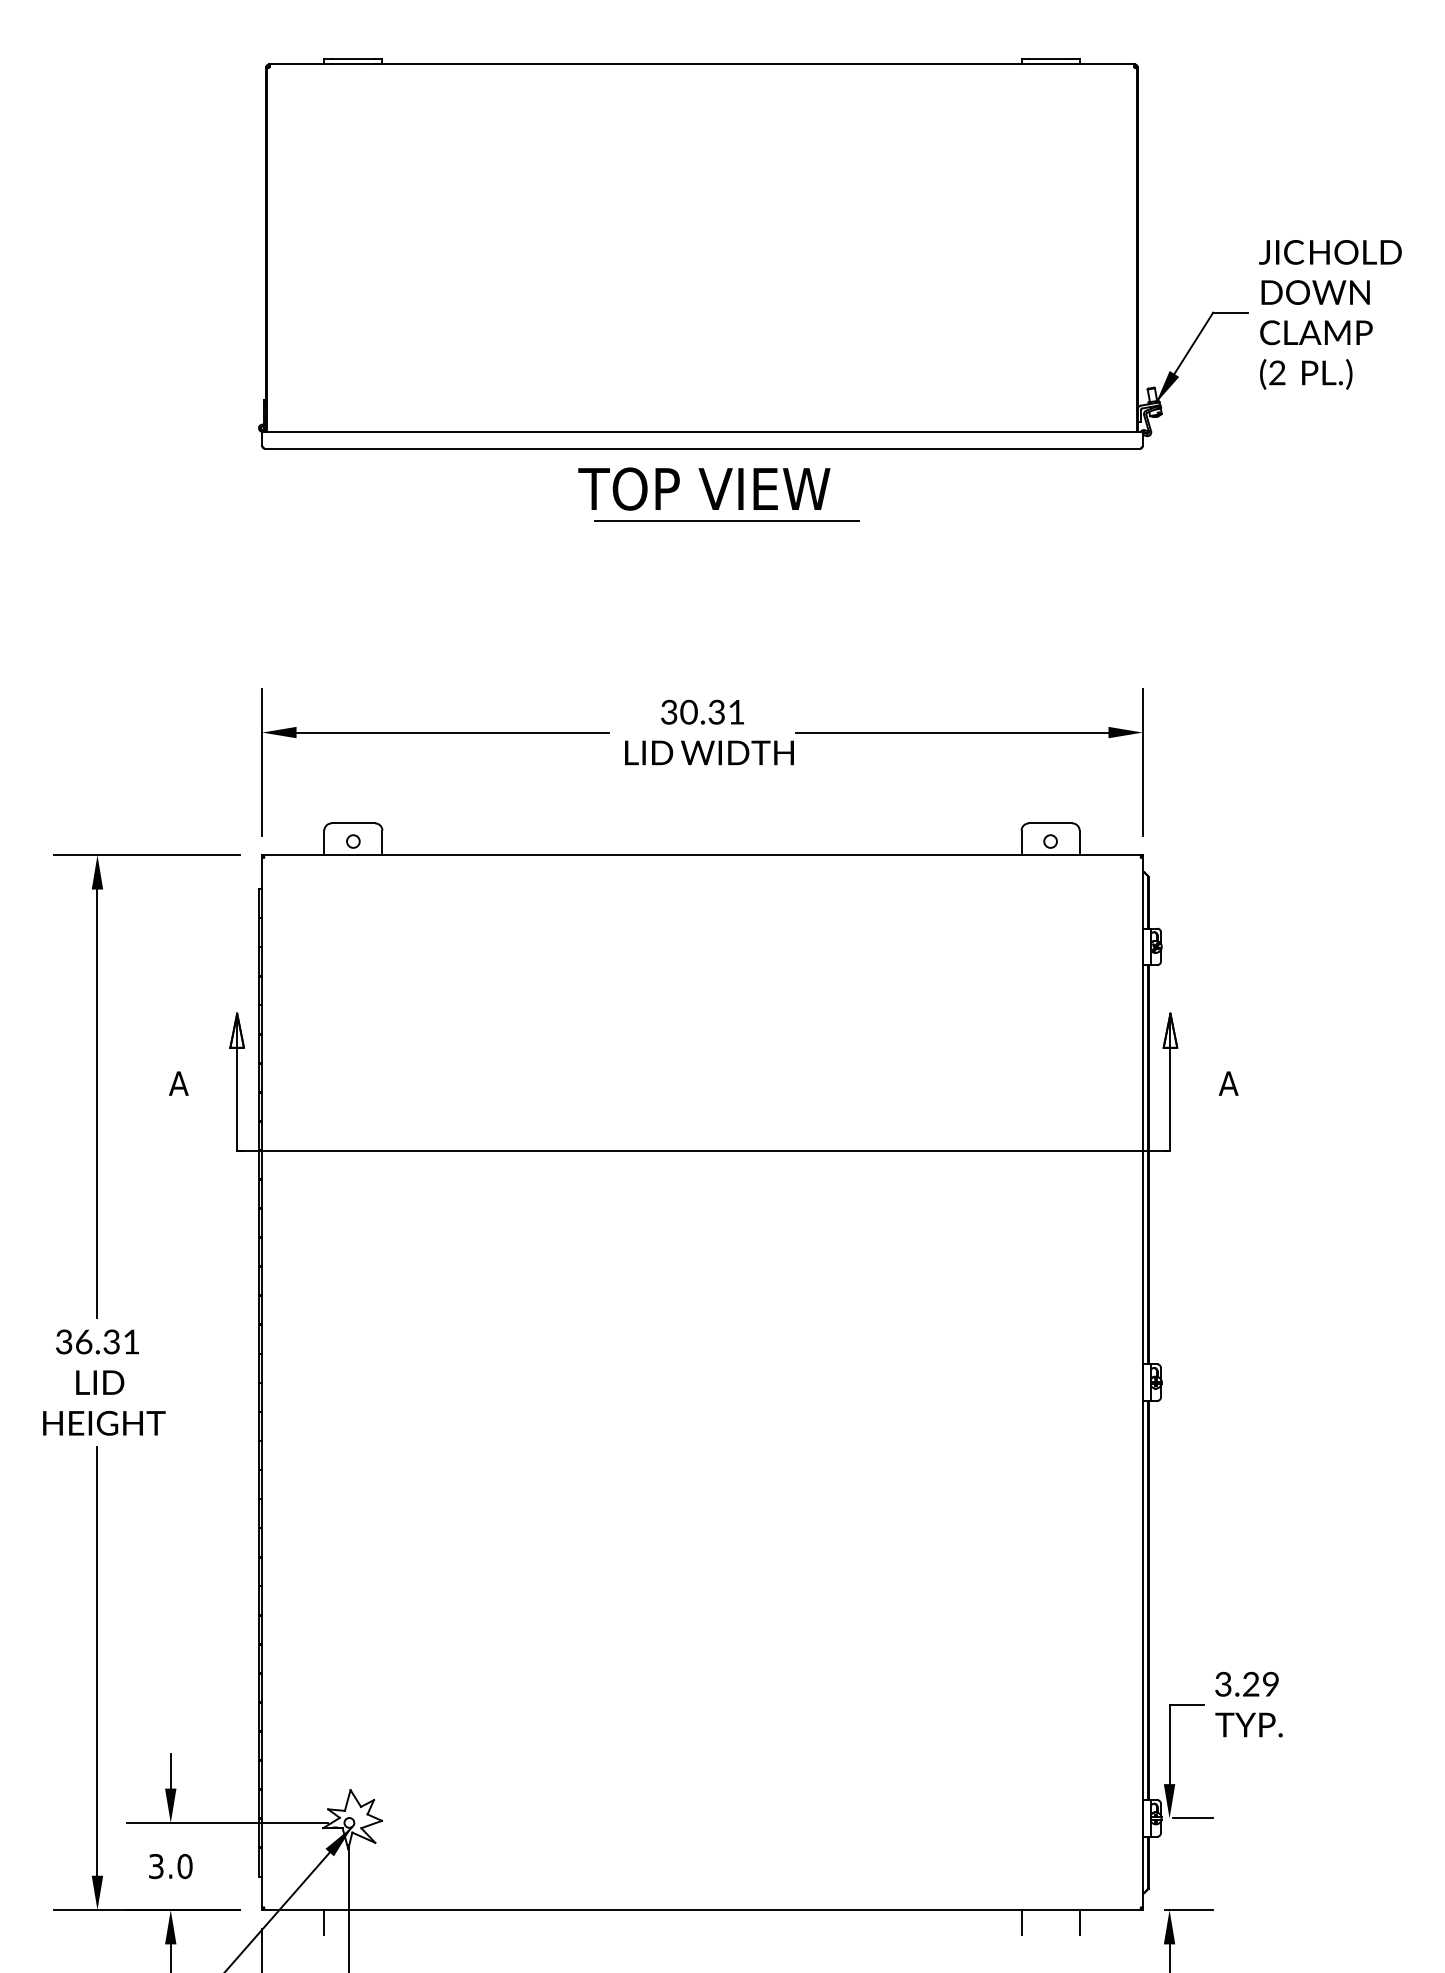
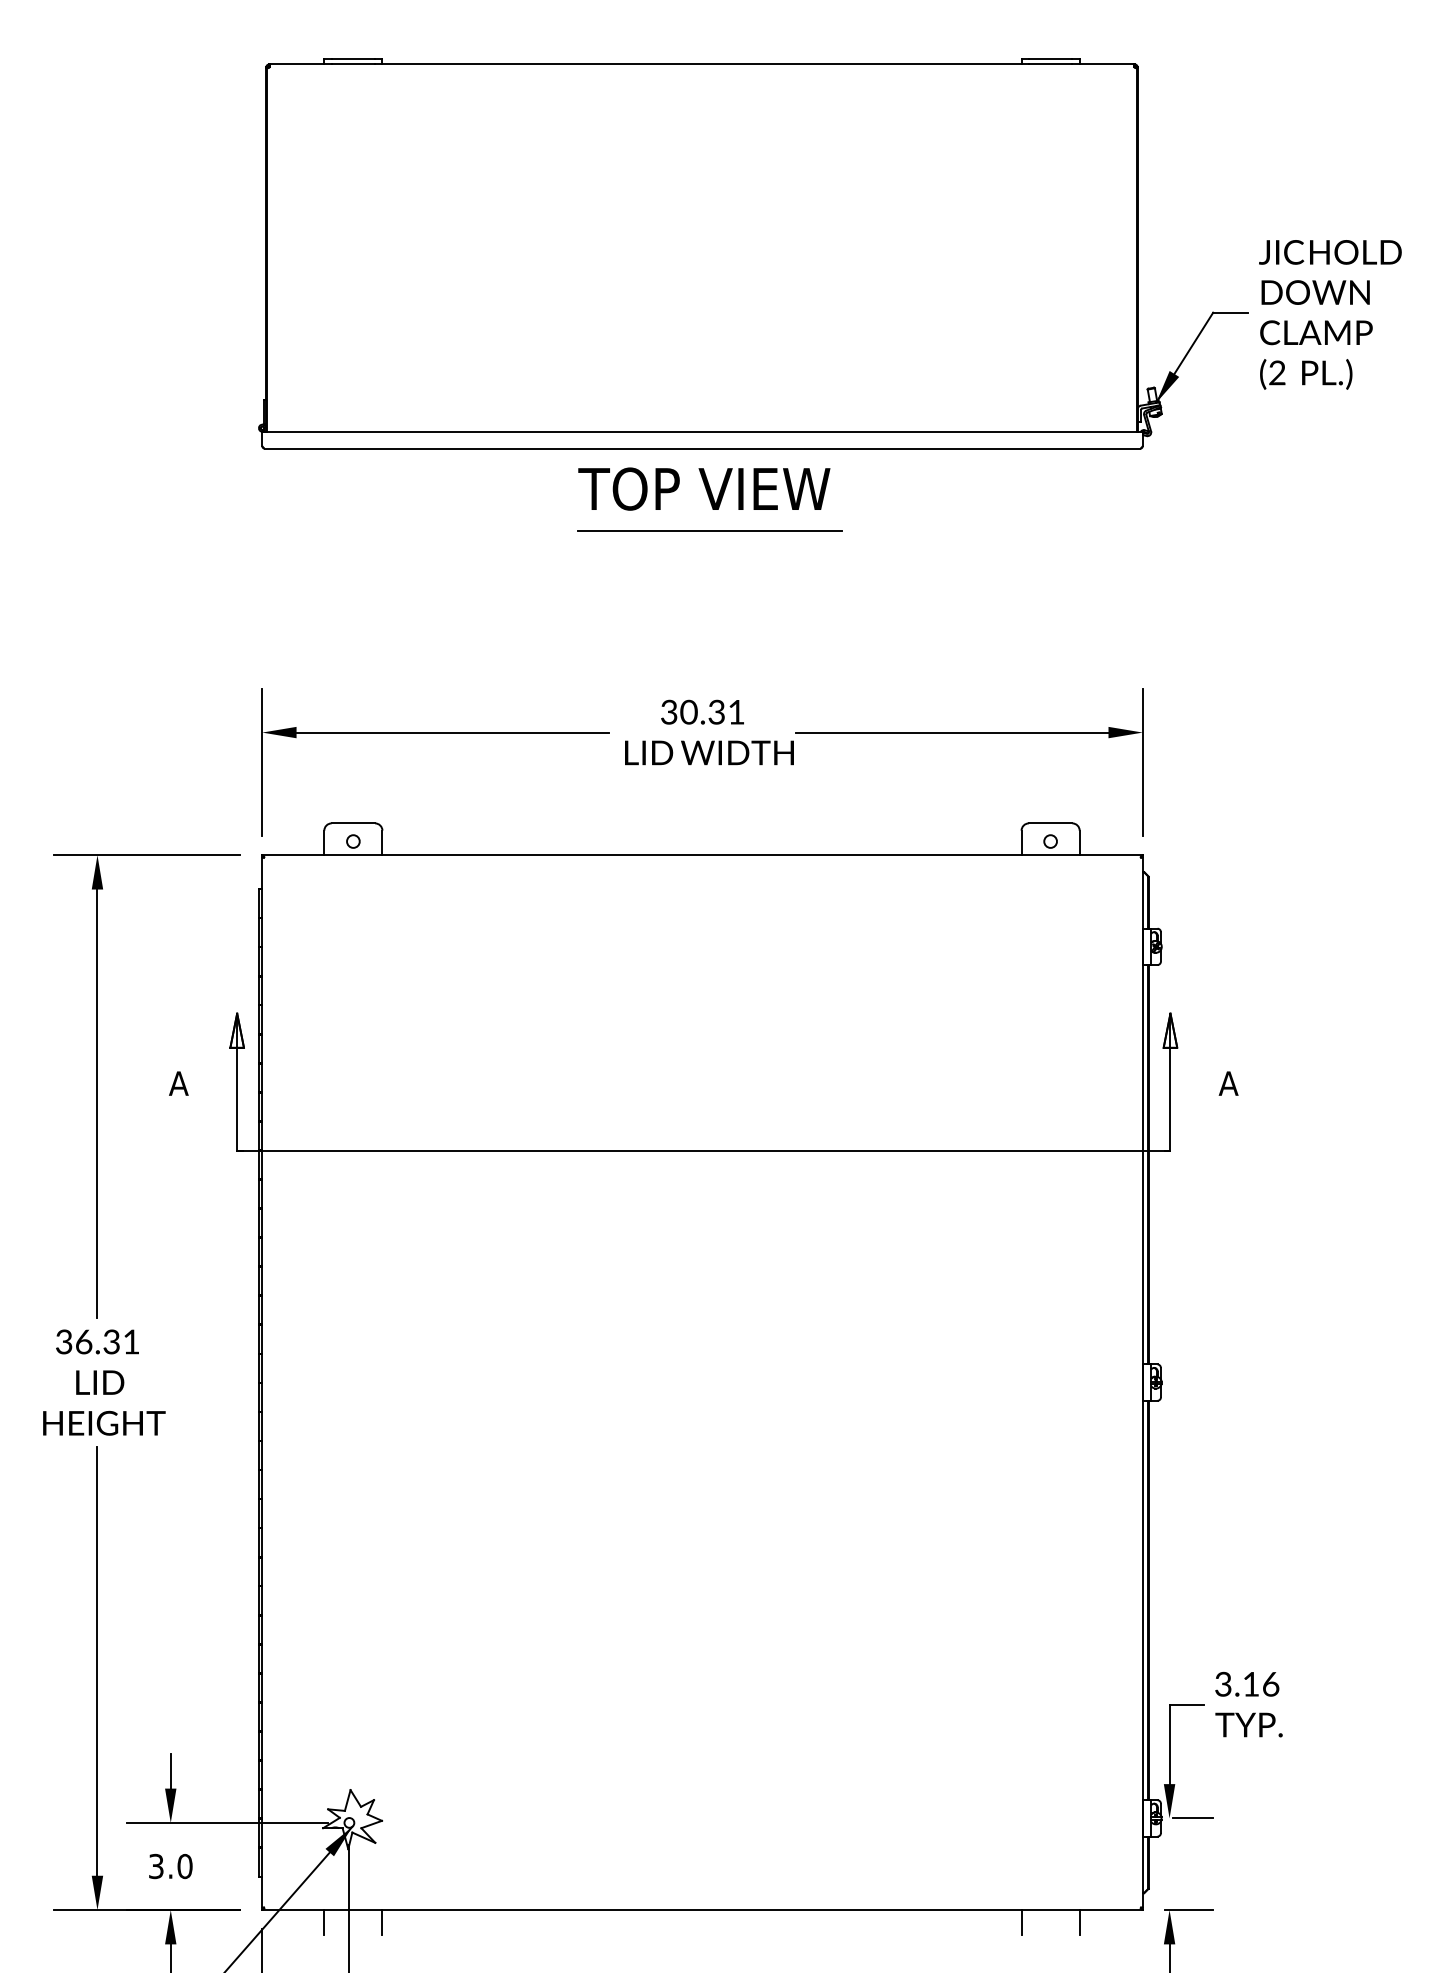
line at (726, 520) position: (726, 520) -> (709, 530)
text at (1261, 1683): 3.29 -> 3.16
line at (382, 1922): none -> present
